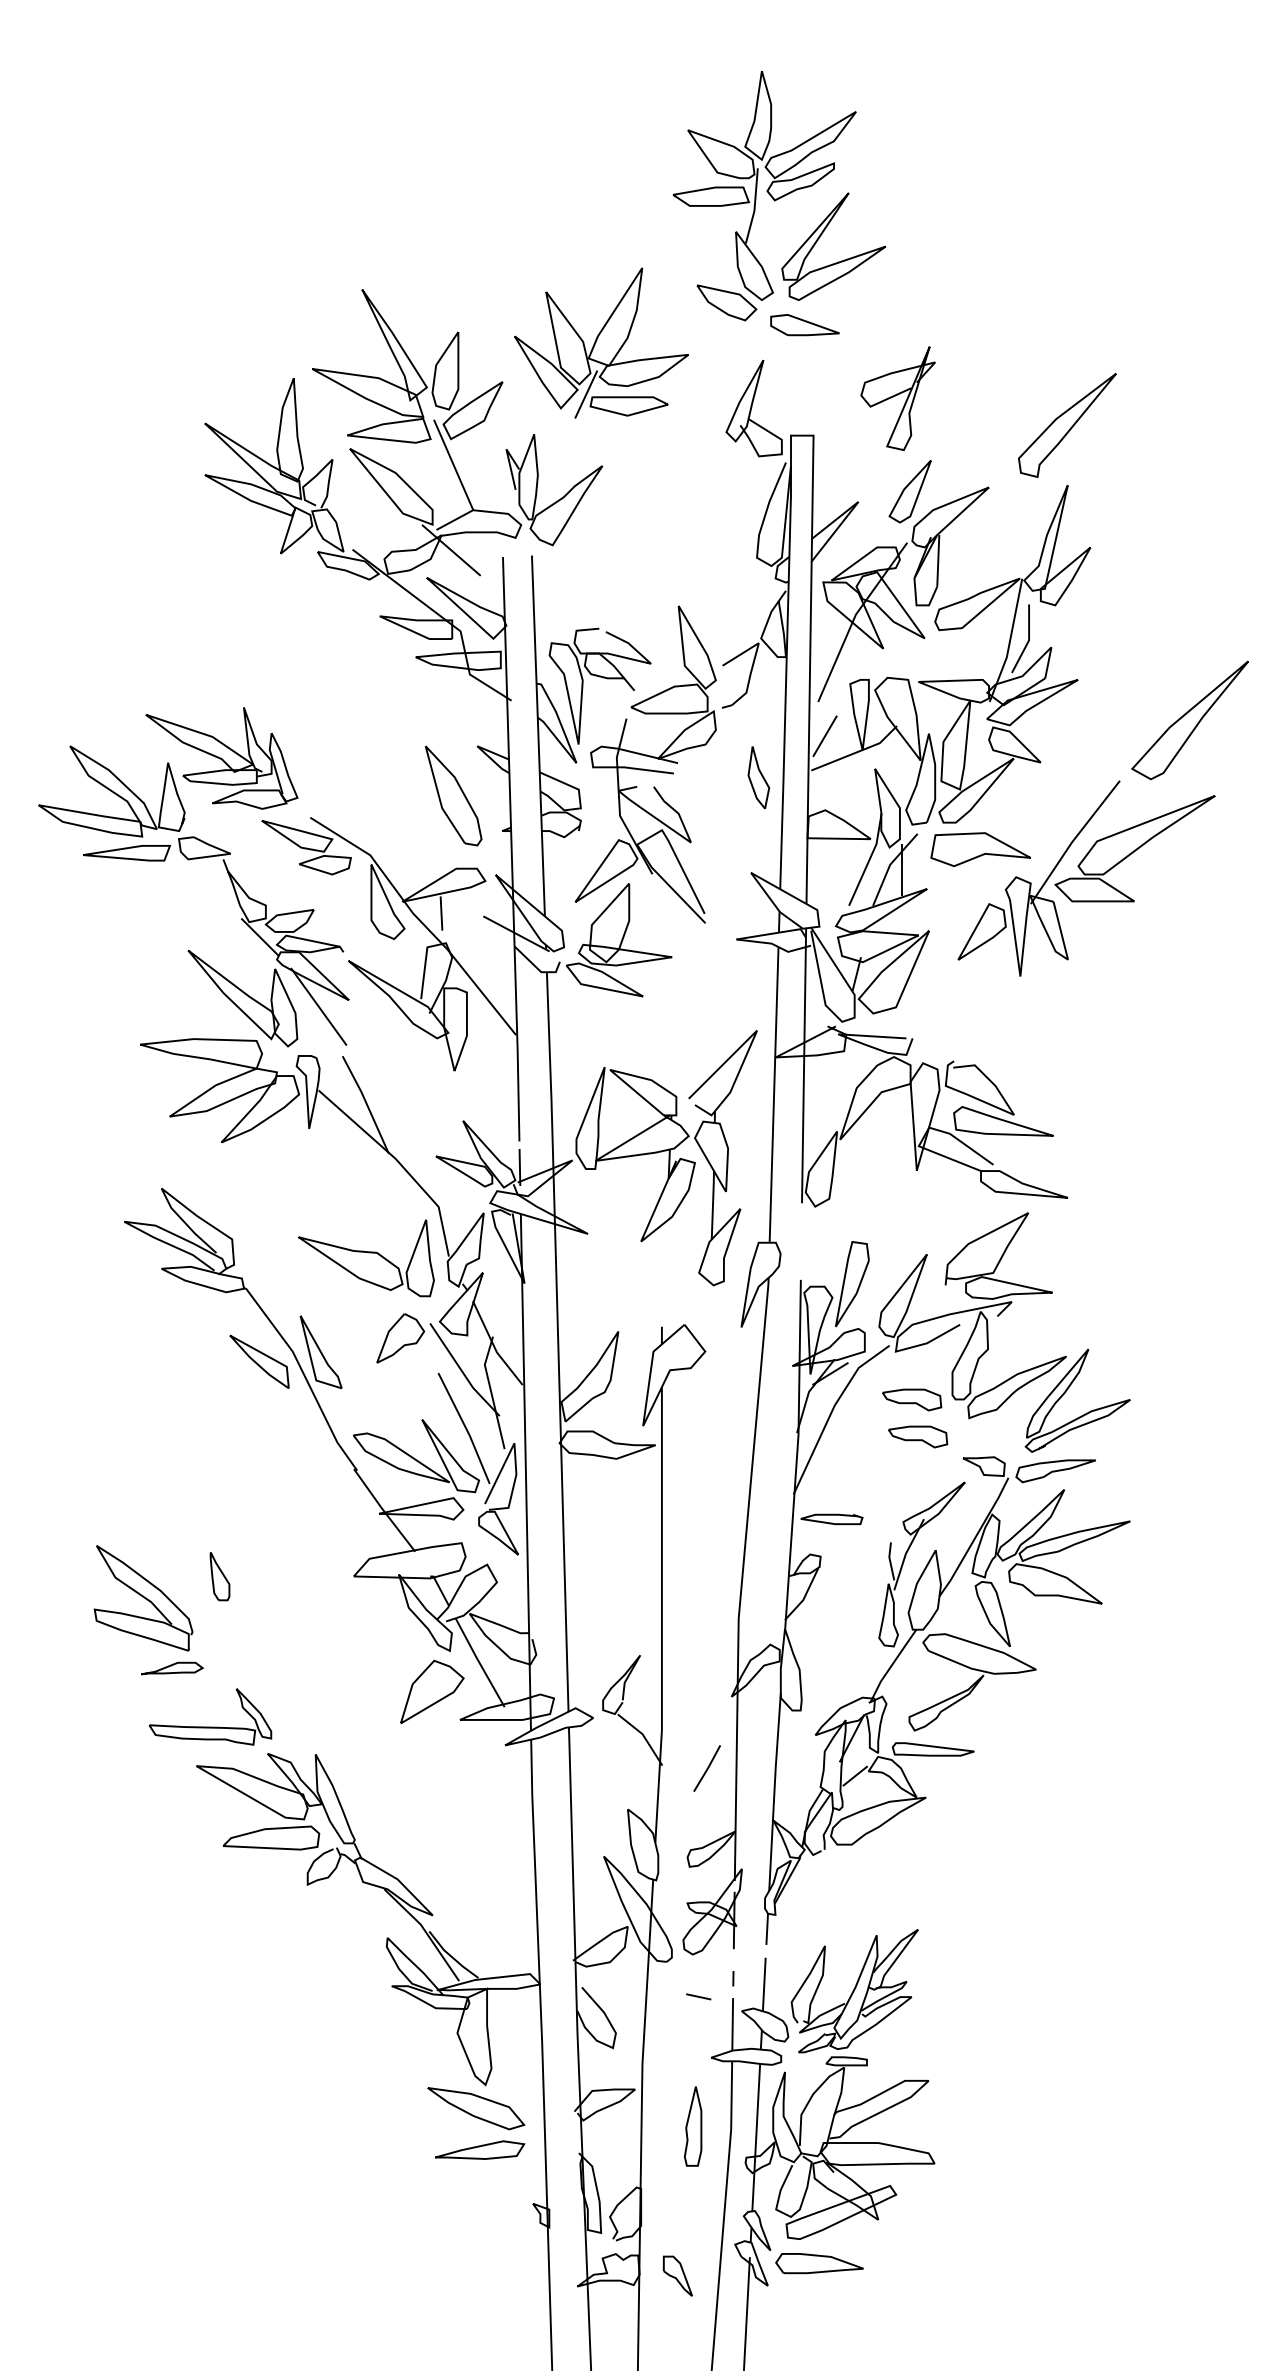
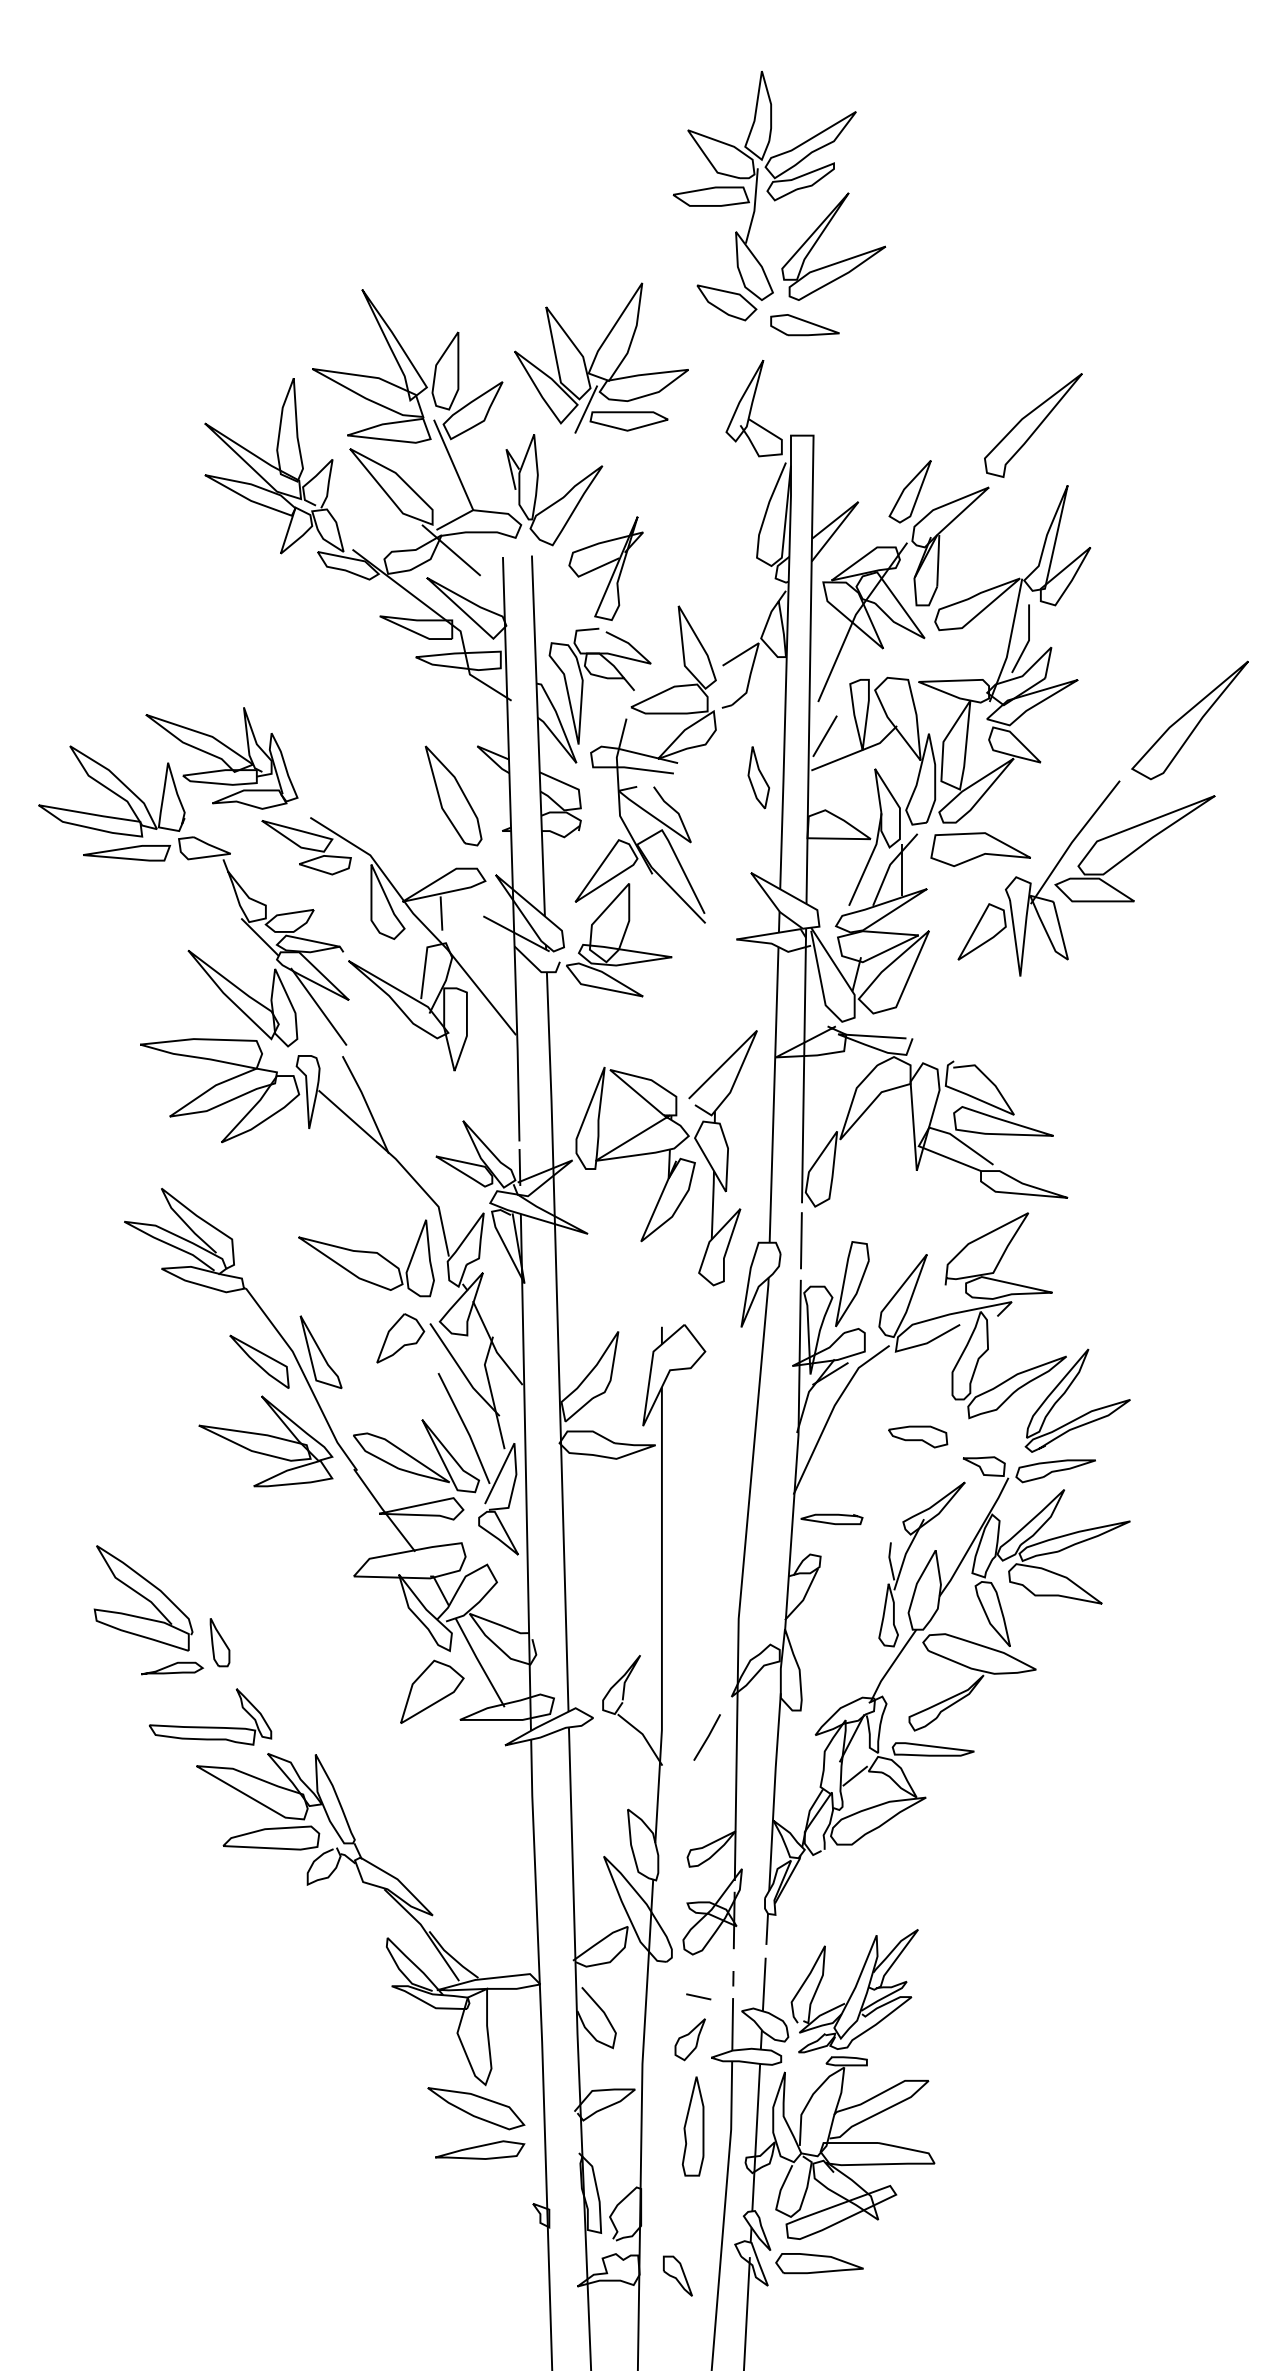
part at (601, 342) position: (601, 342) -> (601, 357)
part at (897, 398) position: (897, 398) -> (605, 568)
part at (1067, 425) position: (1067, 425) -> (1033, 425)
line at (801, 1240): none -> present
part at (912, 1399): present -> none
part at (265, 1441): none -> present
part at (219, 1576) position: (219, 1576) -> (219, 1642)
line at (706, 1768) position: (706, 1768) -> (706, 1737)
part at (689, 2039): none -> present
part at (693, 2126) size: 19x81 px -> 24x101 px
